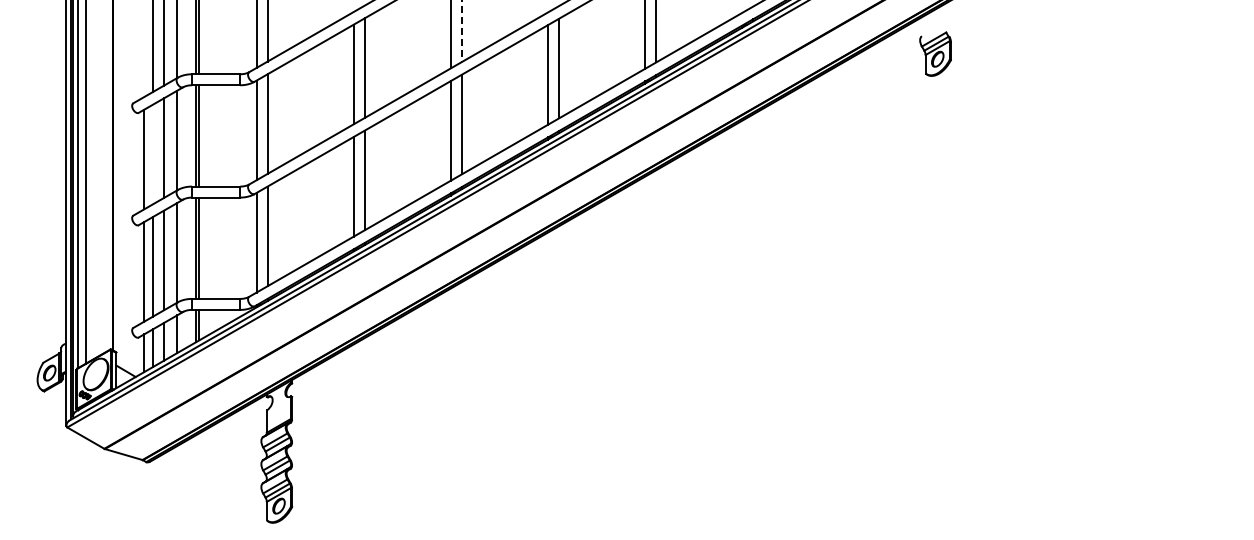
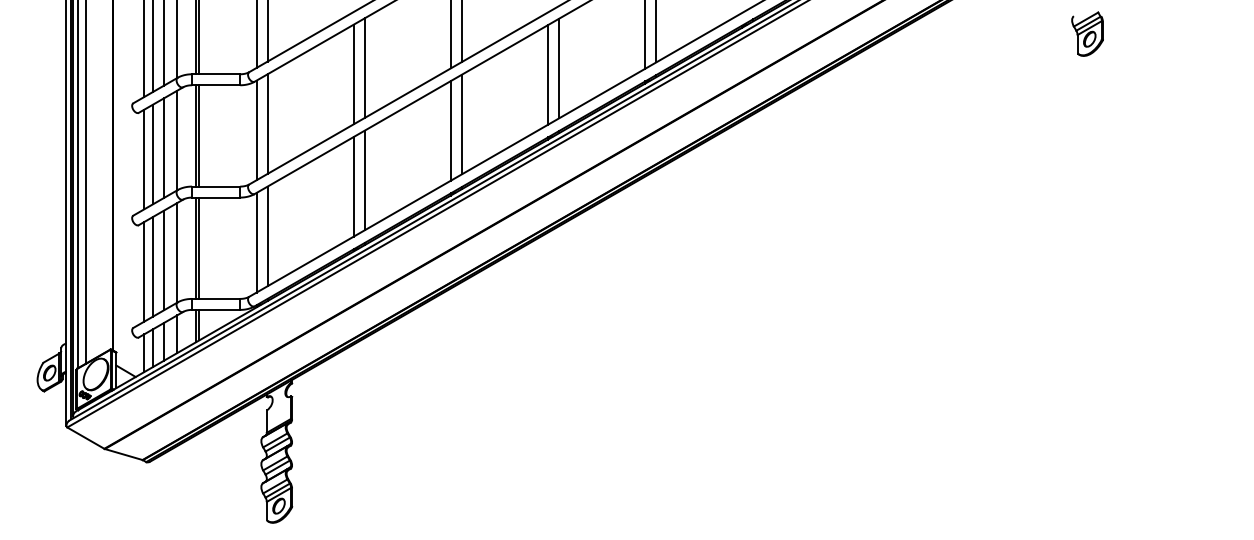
line at (461, 31): dashed -> solid
line at (144, 49): none -> present
part at (935, 53) position: (935, 53) -> (1087, 33)
line at (152, 154): none -> present
